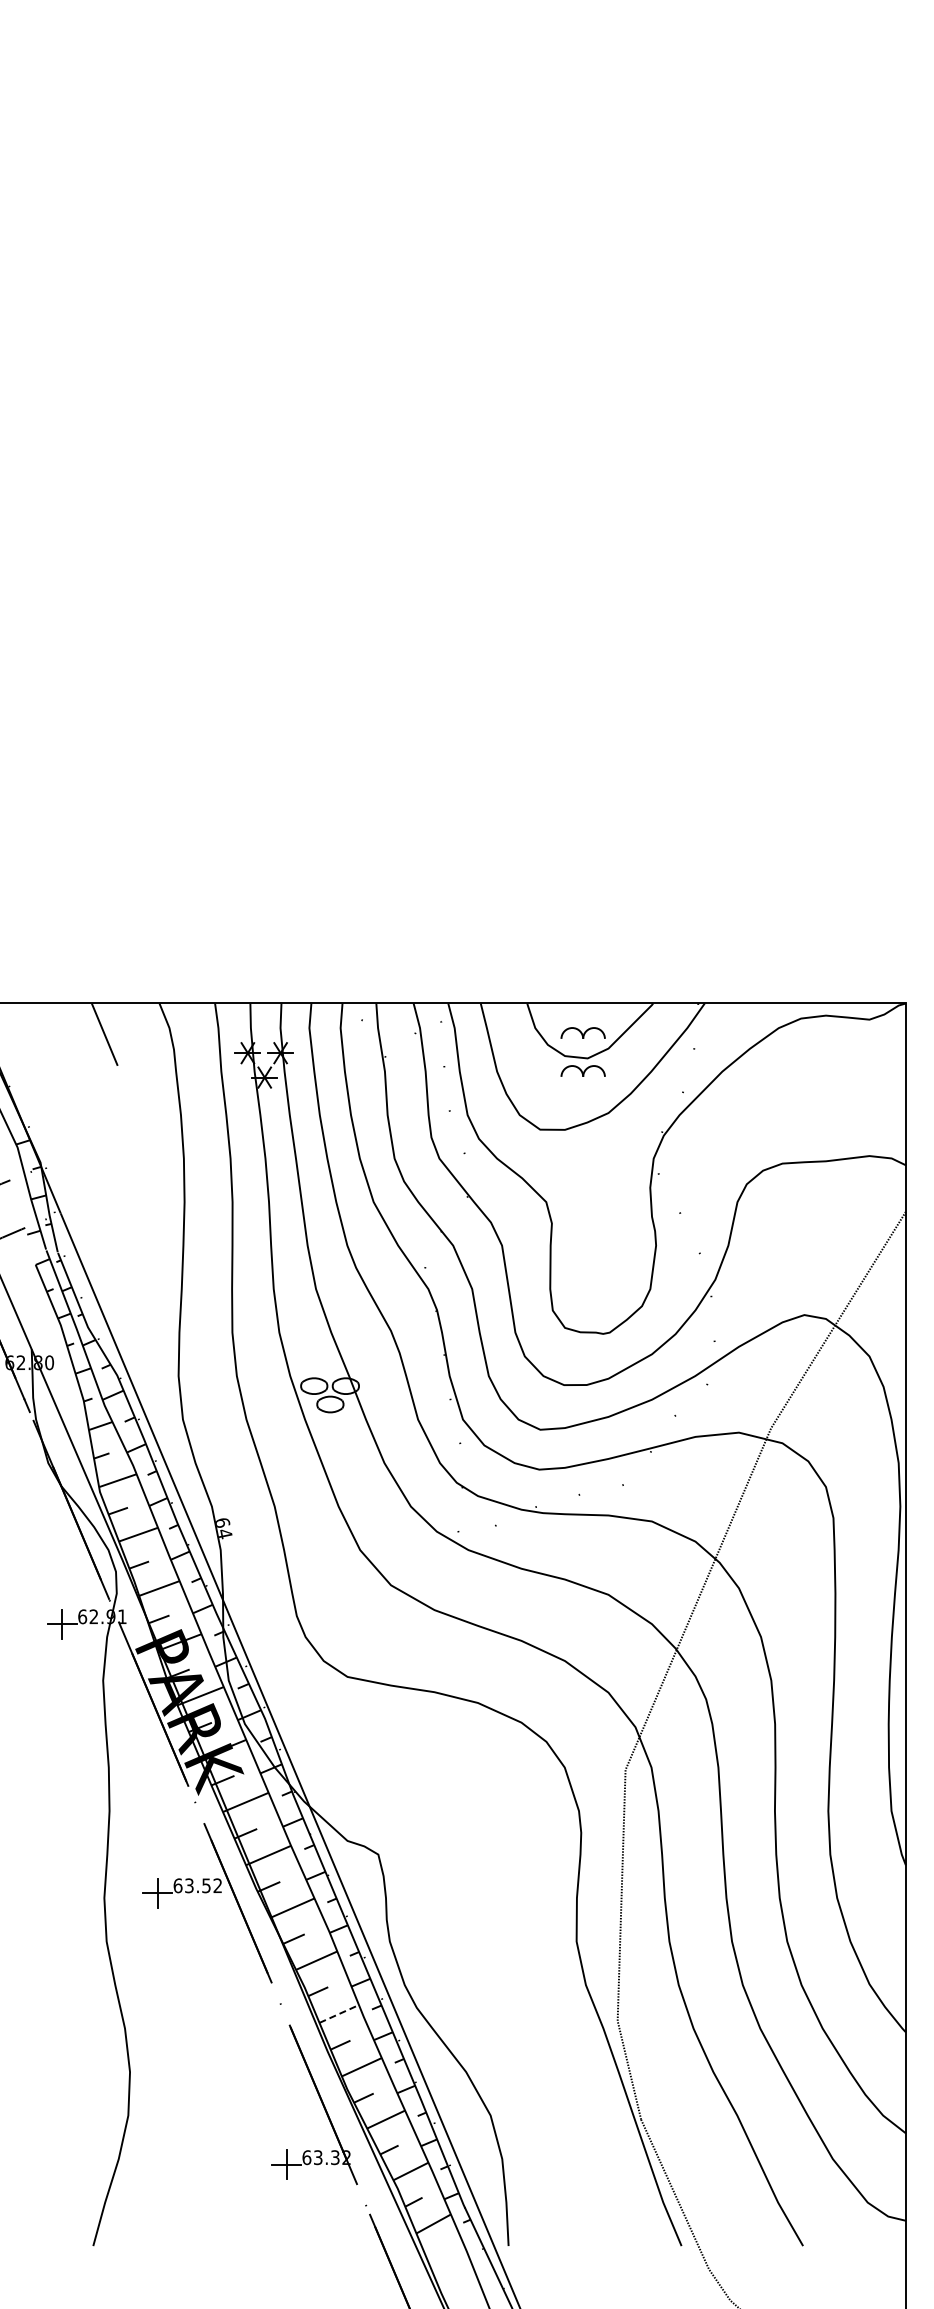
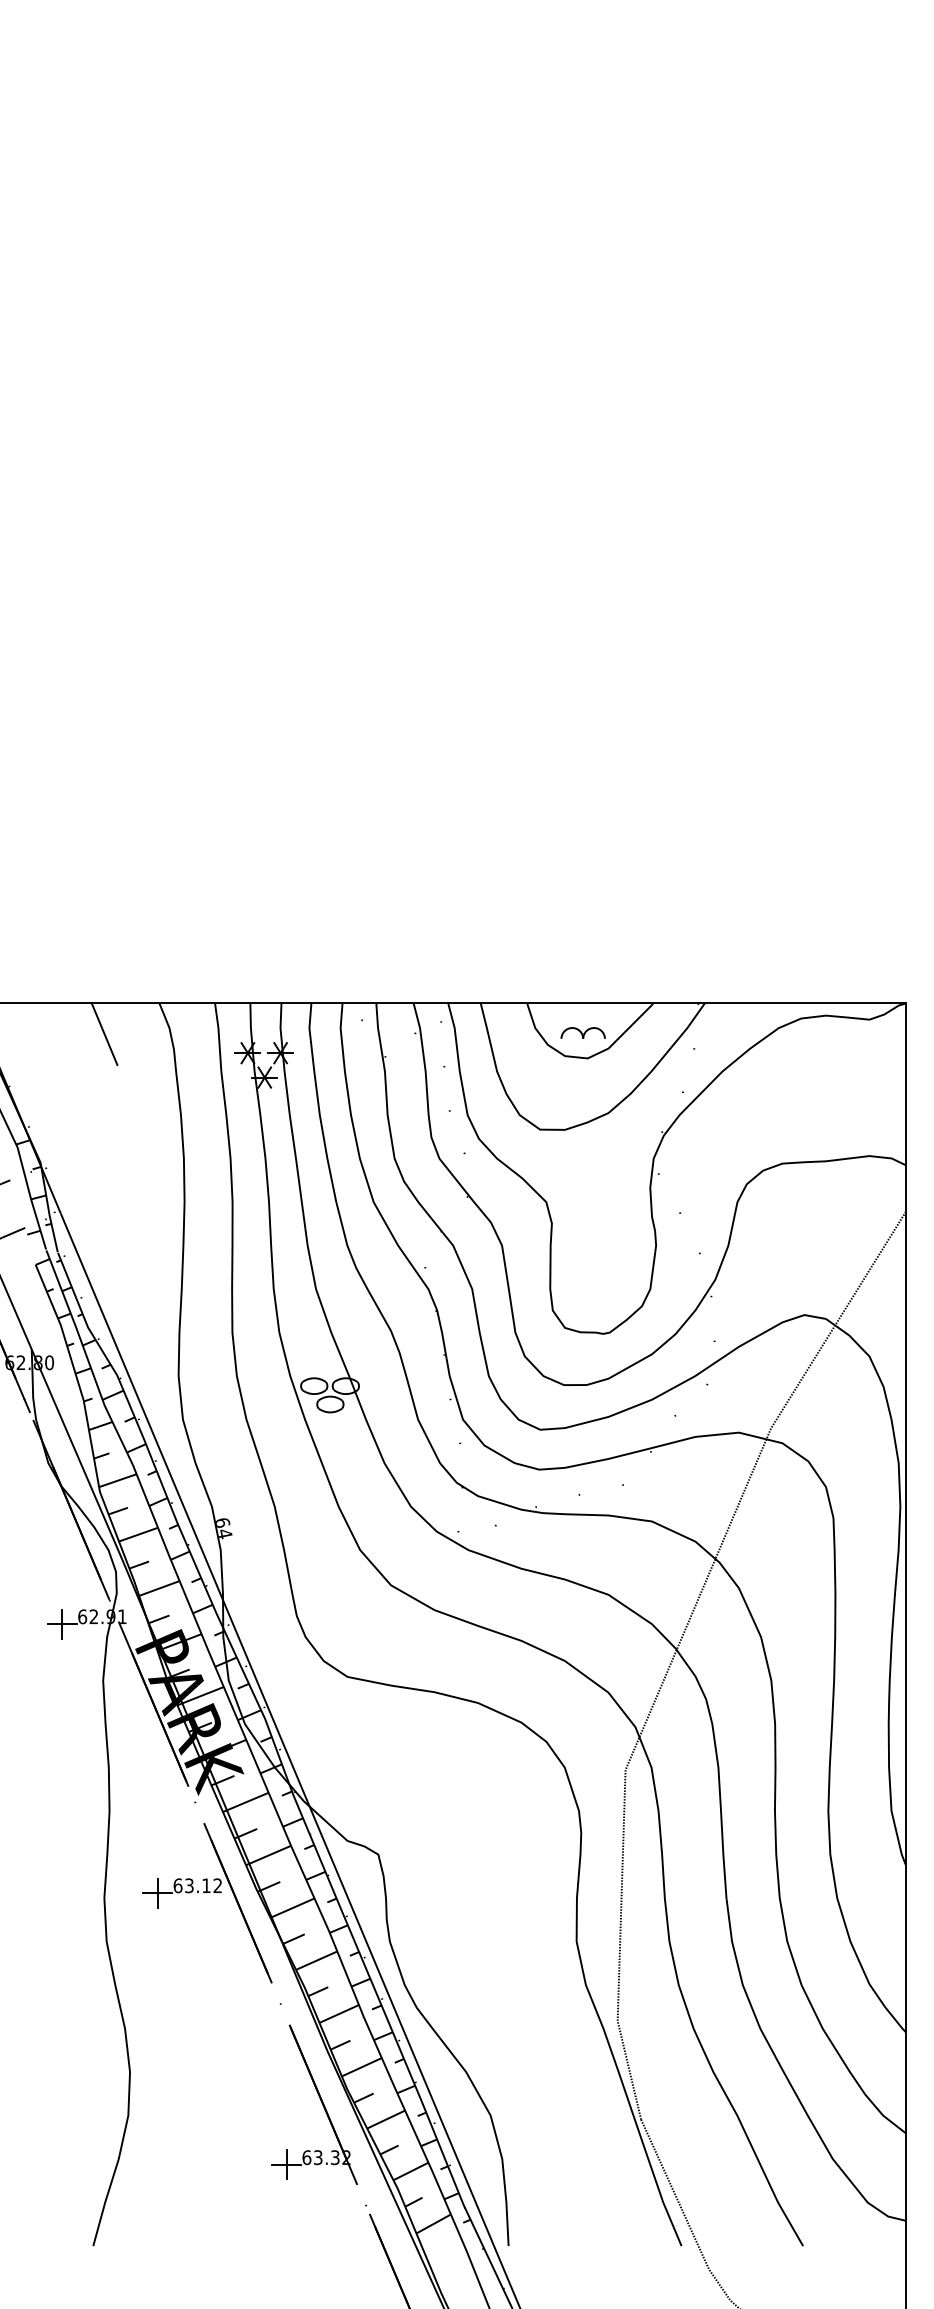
part at (582, 1070): present -> none
text at (206, 1885): 63.52 -> 63.12
line at (339, 2013): dashed -> solid
